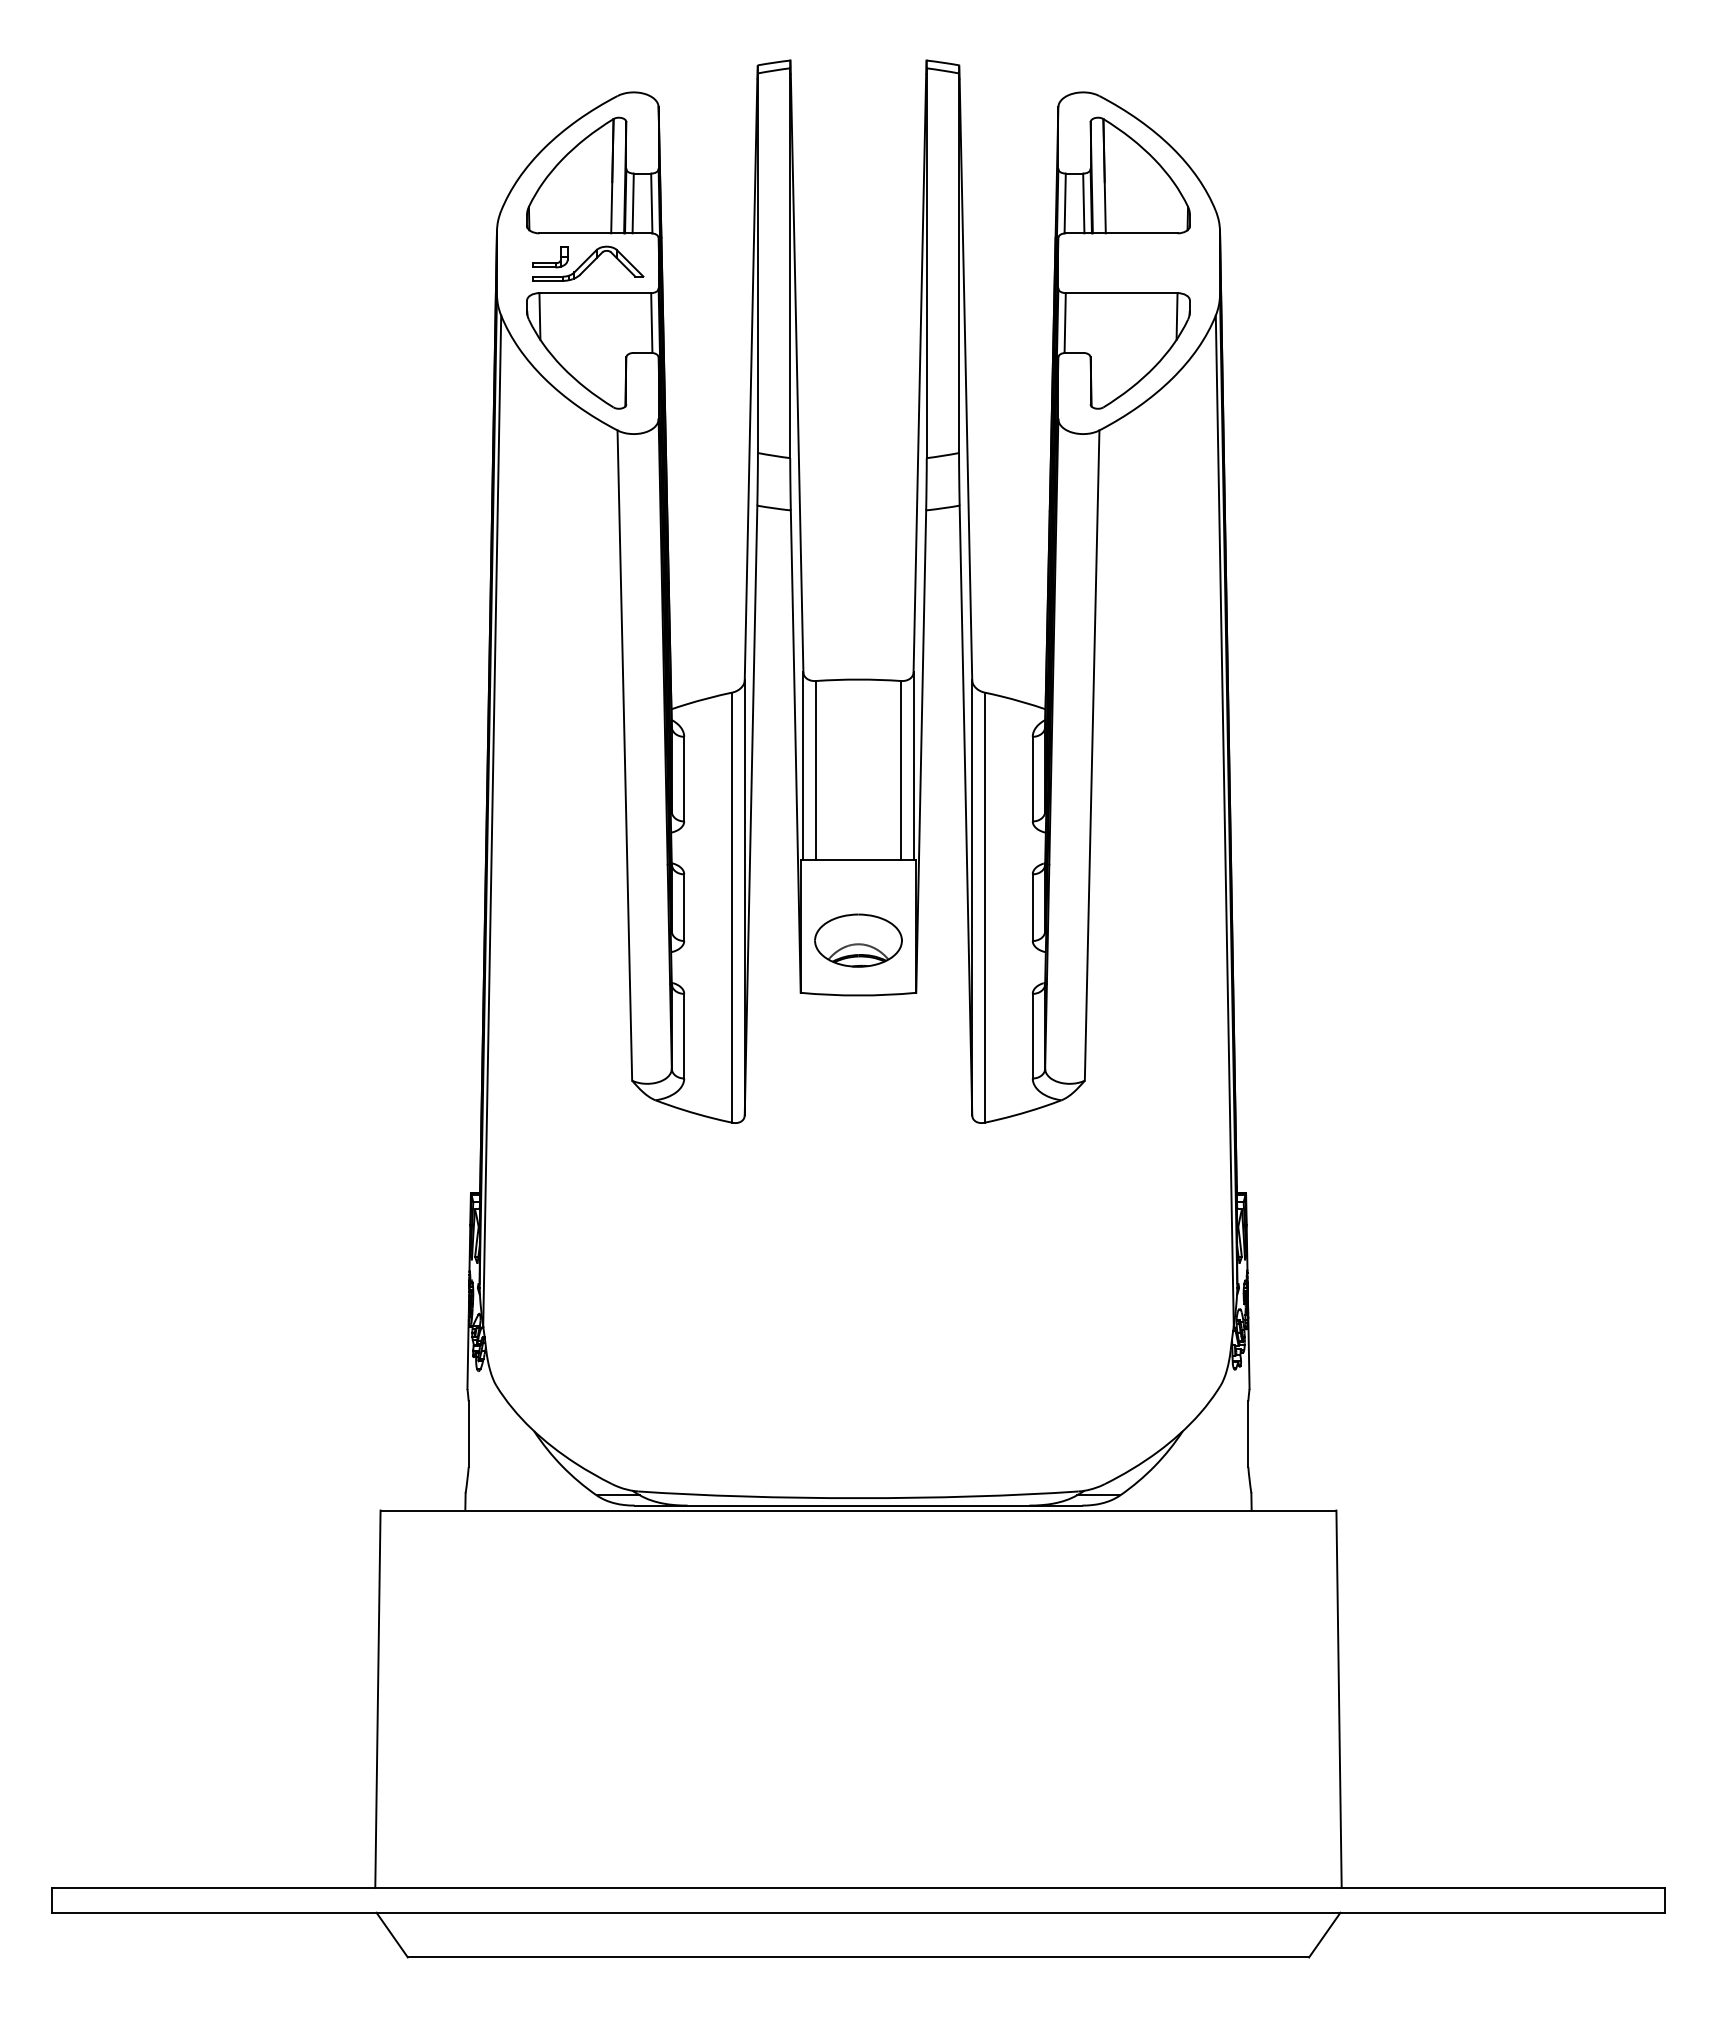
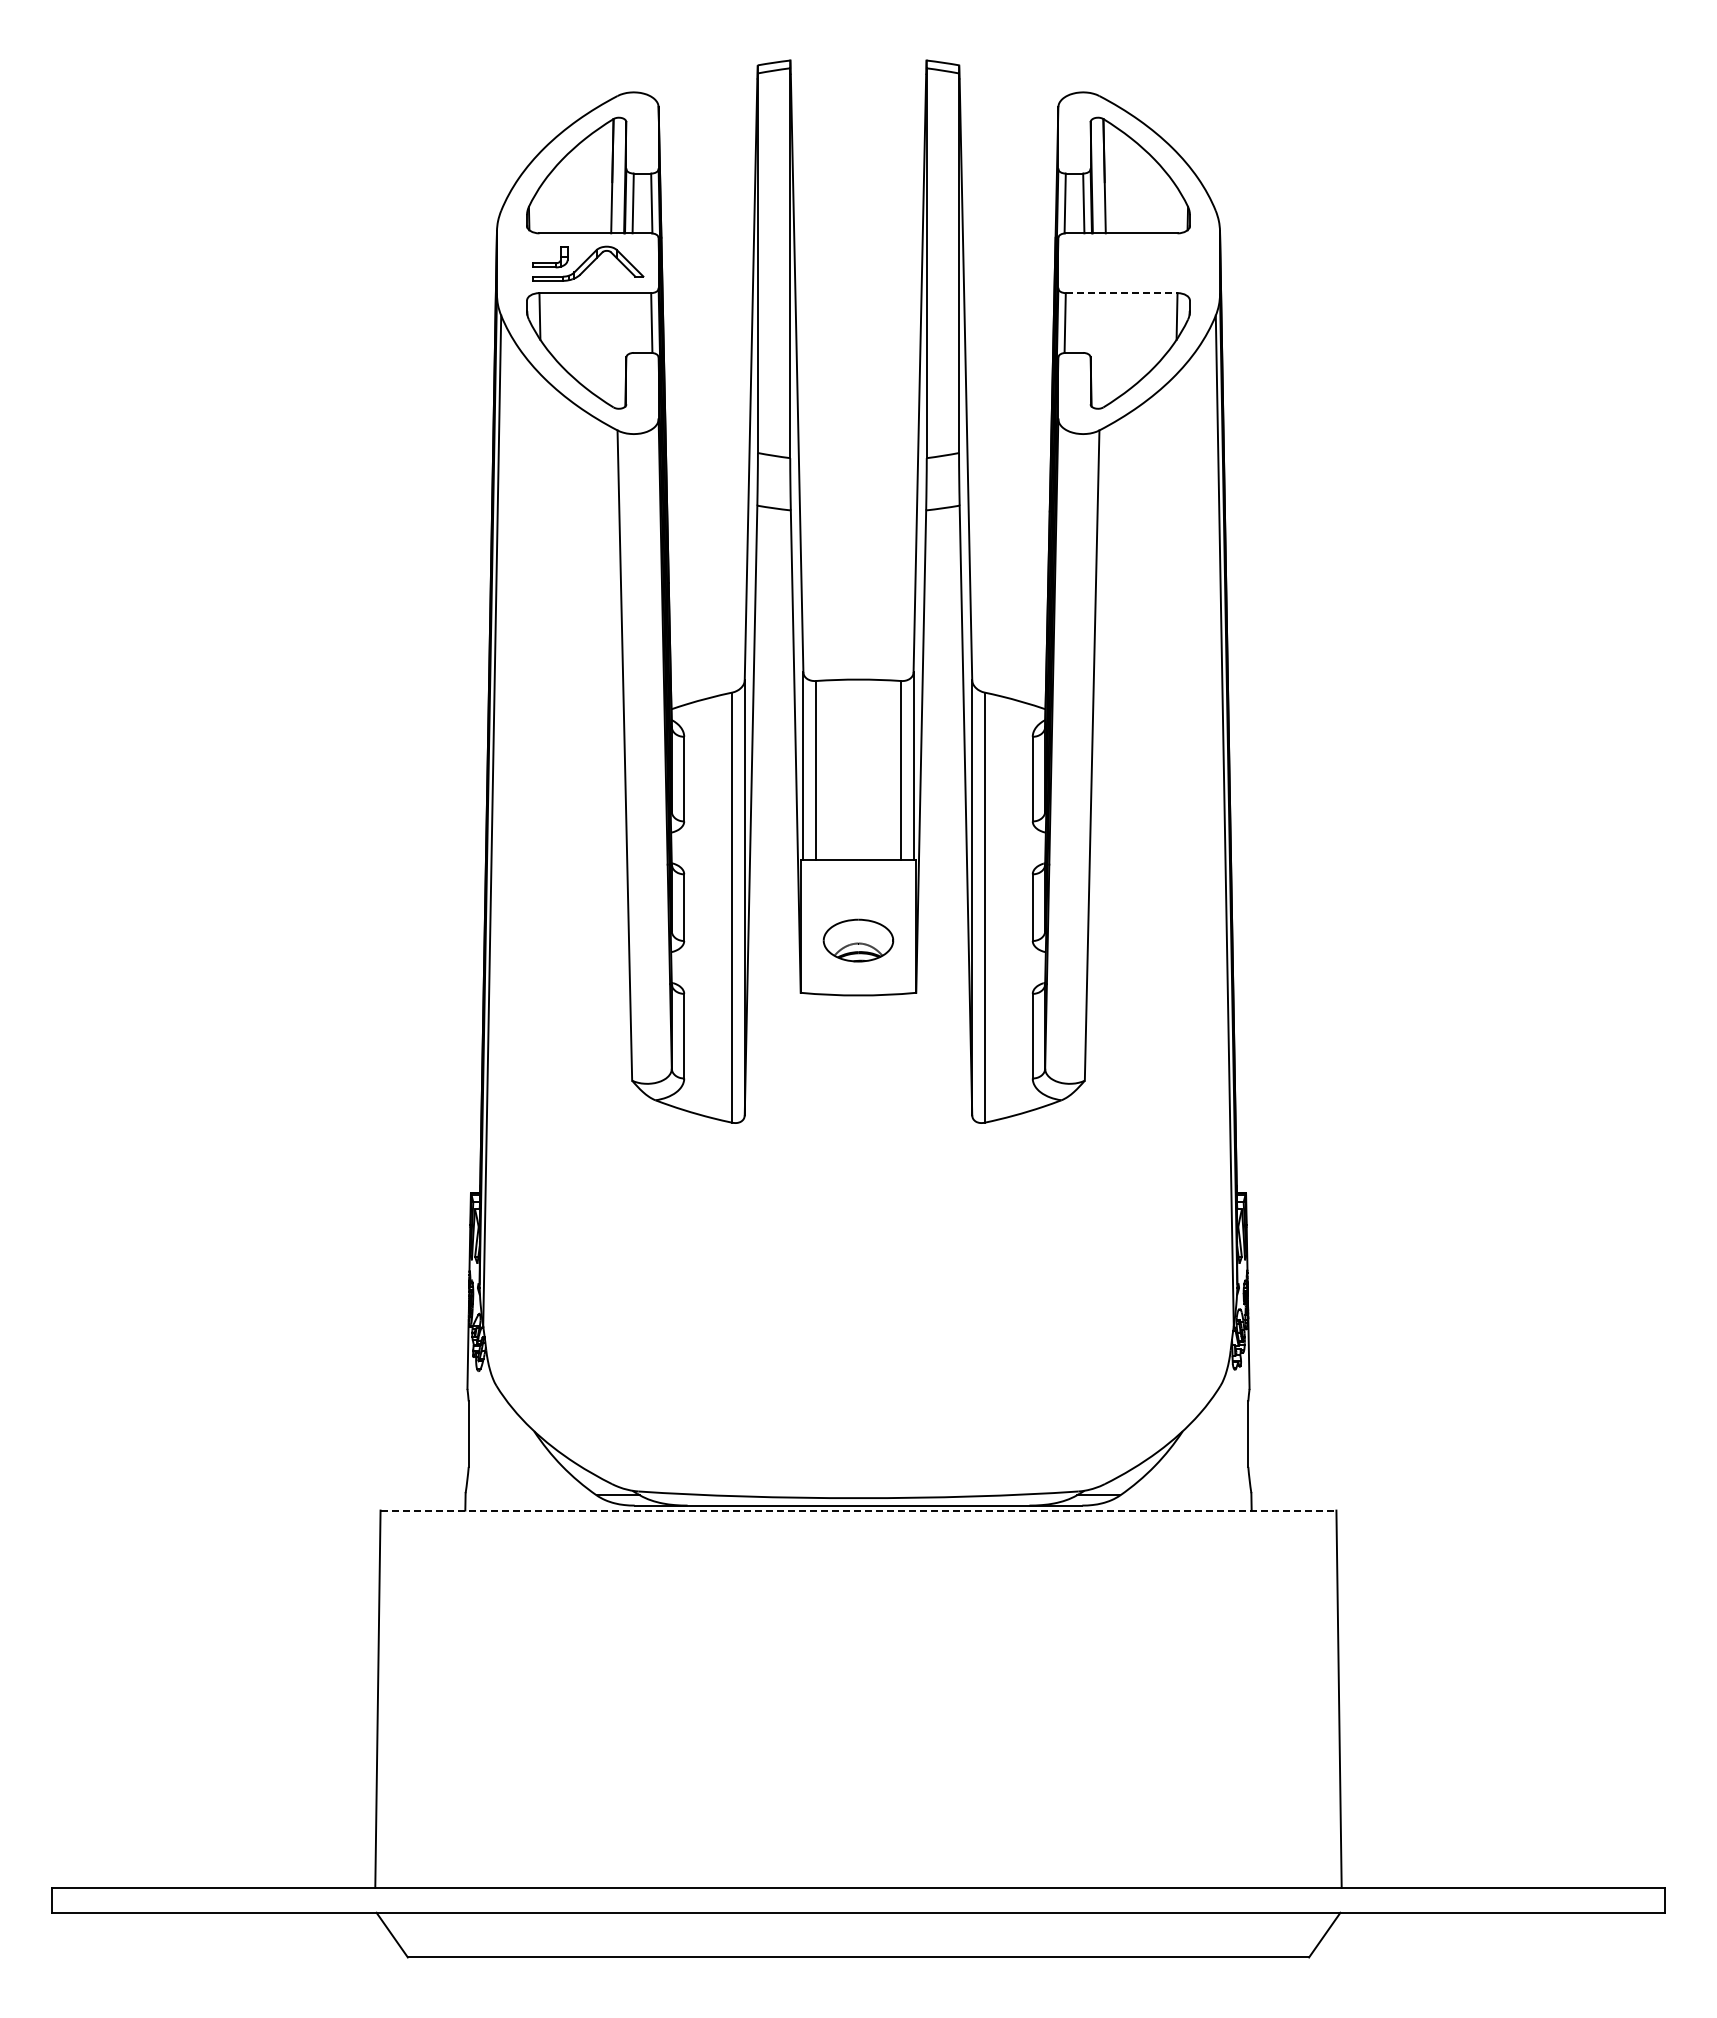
line at (1121, 293): solid -> dashed
part at (858, 940) size: 89x55 px -> 73x45 px
line at (858, 1510): solid -> dashed
